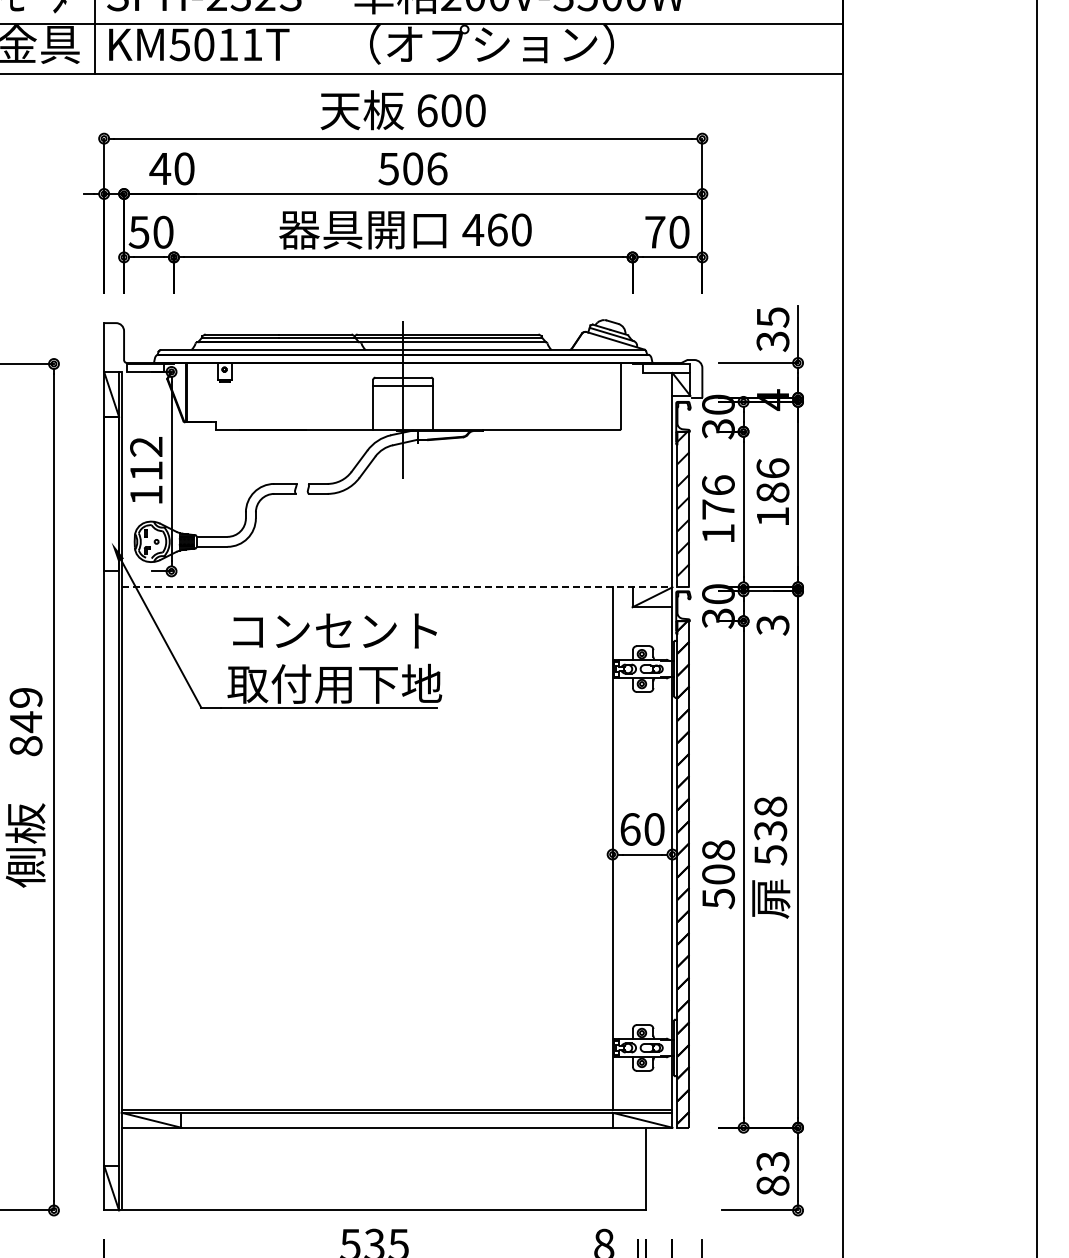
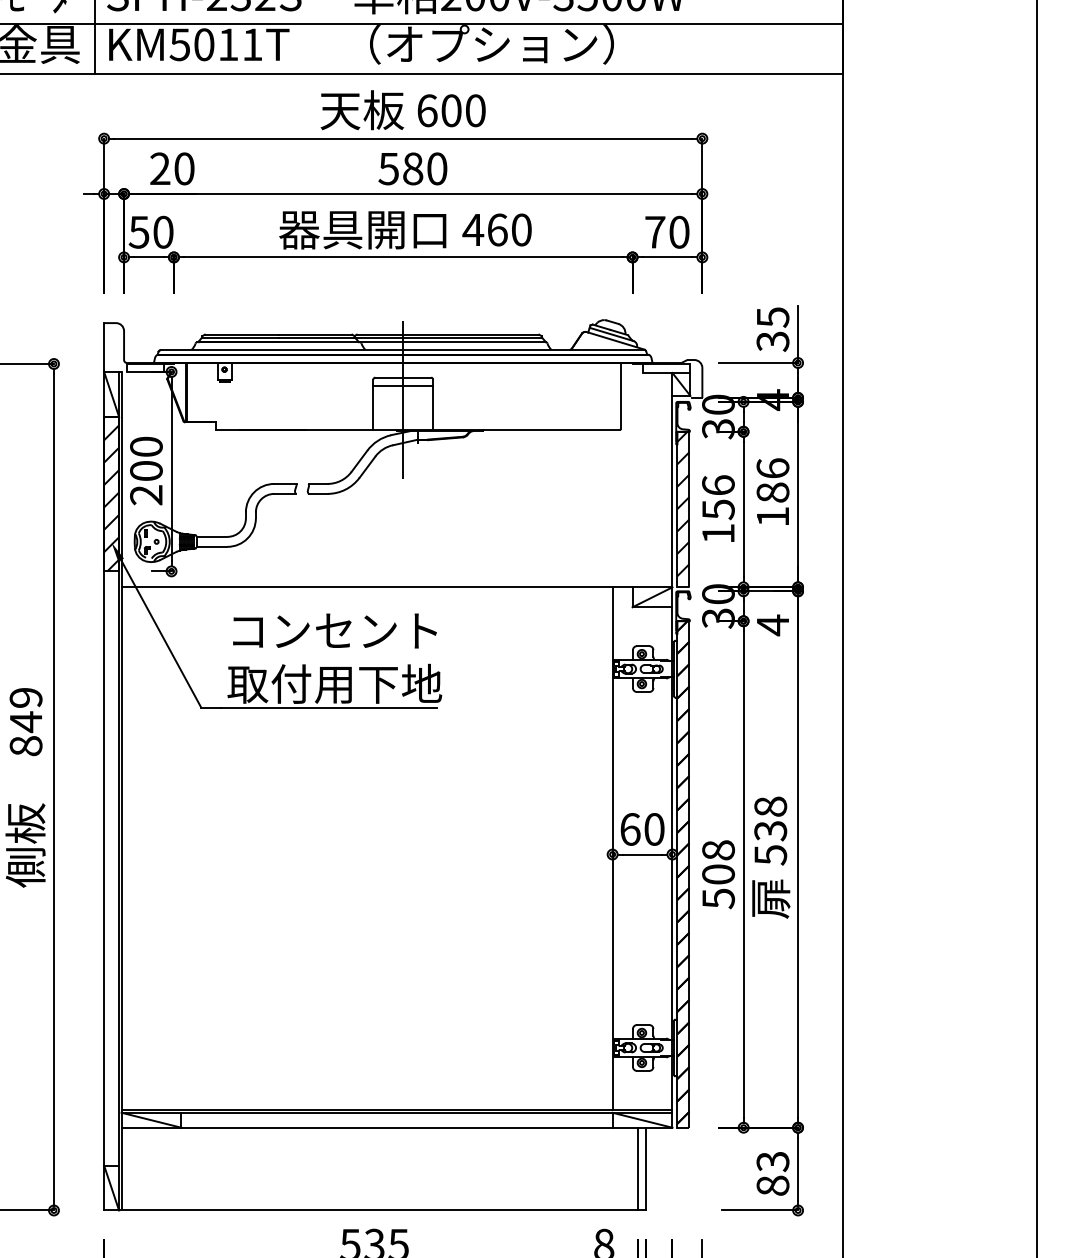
text at (160, 168): 40 -> 20
text at (425, 168): 506 -> 580
text at (146, 470): 112 -> 200
hatch at (111, 493): none -> present
text at (718, 509): 176 -> 156
line at (397, 587): dashed -> solid
text at (772, 625): 3 -> 4
line at (637, 1168): none -> present
